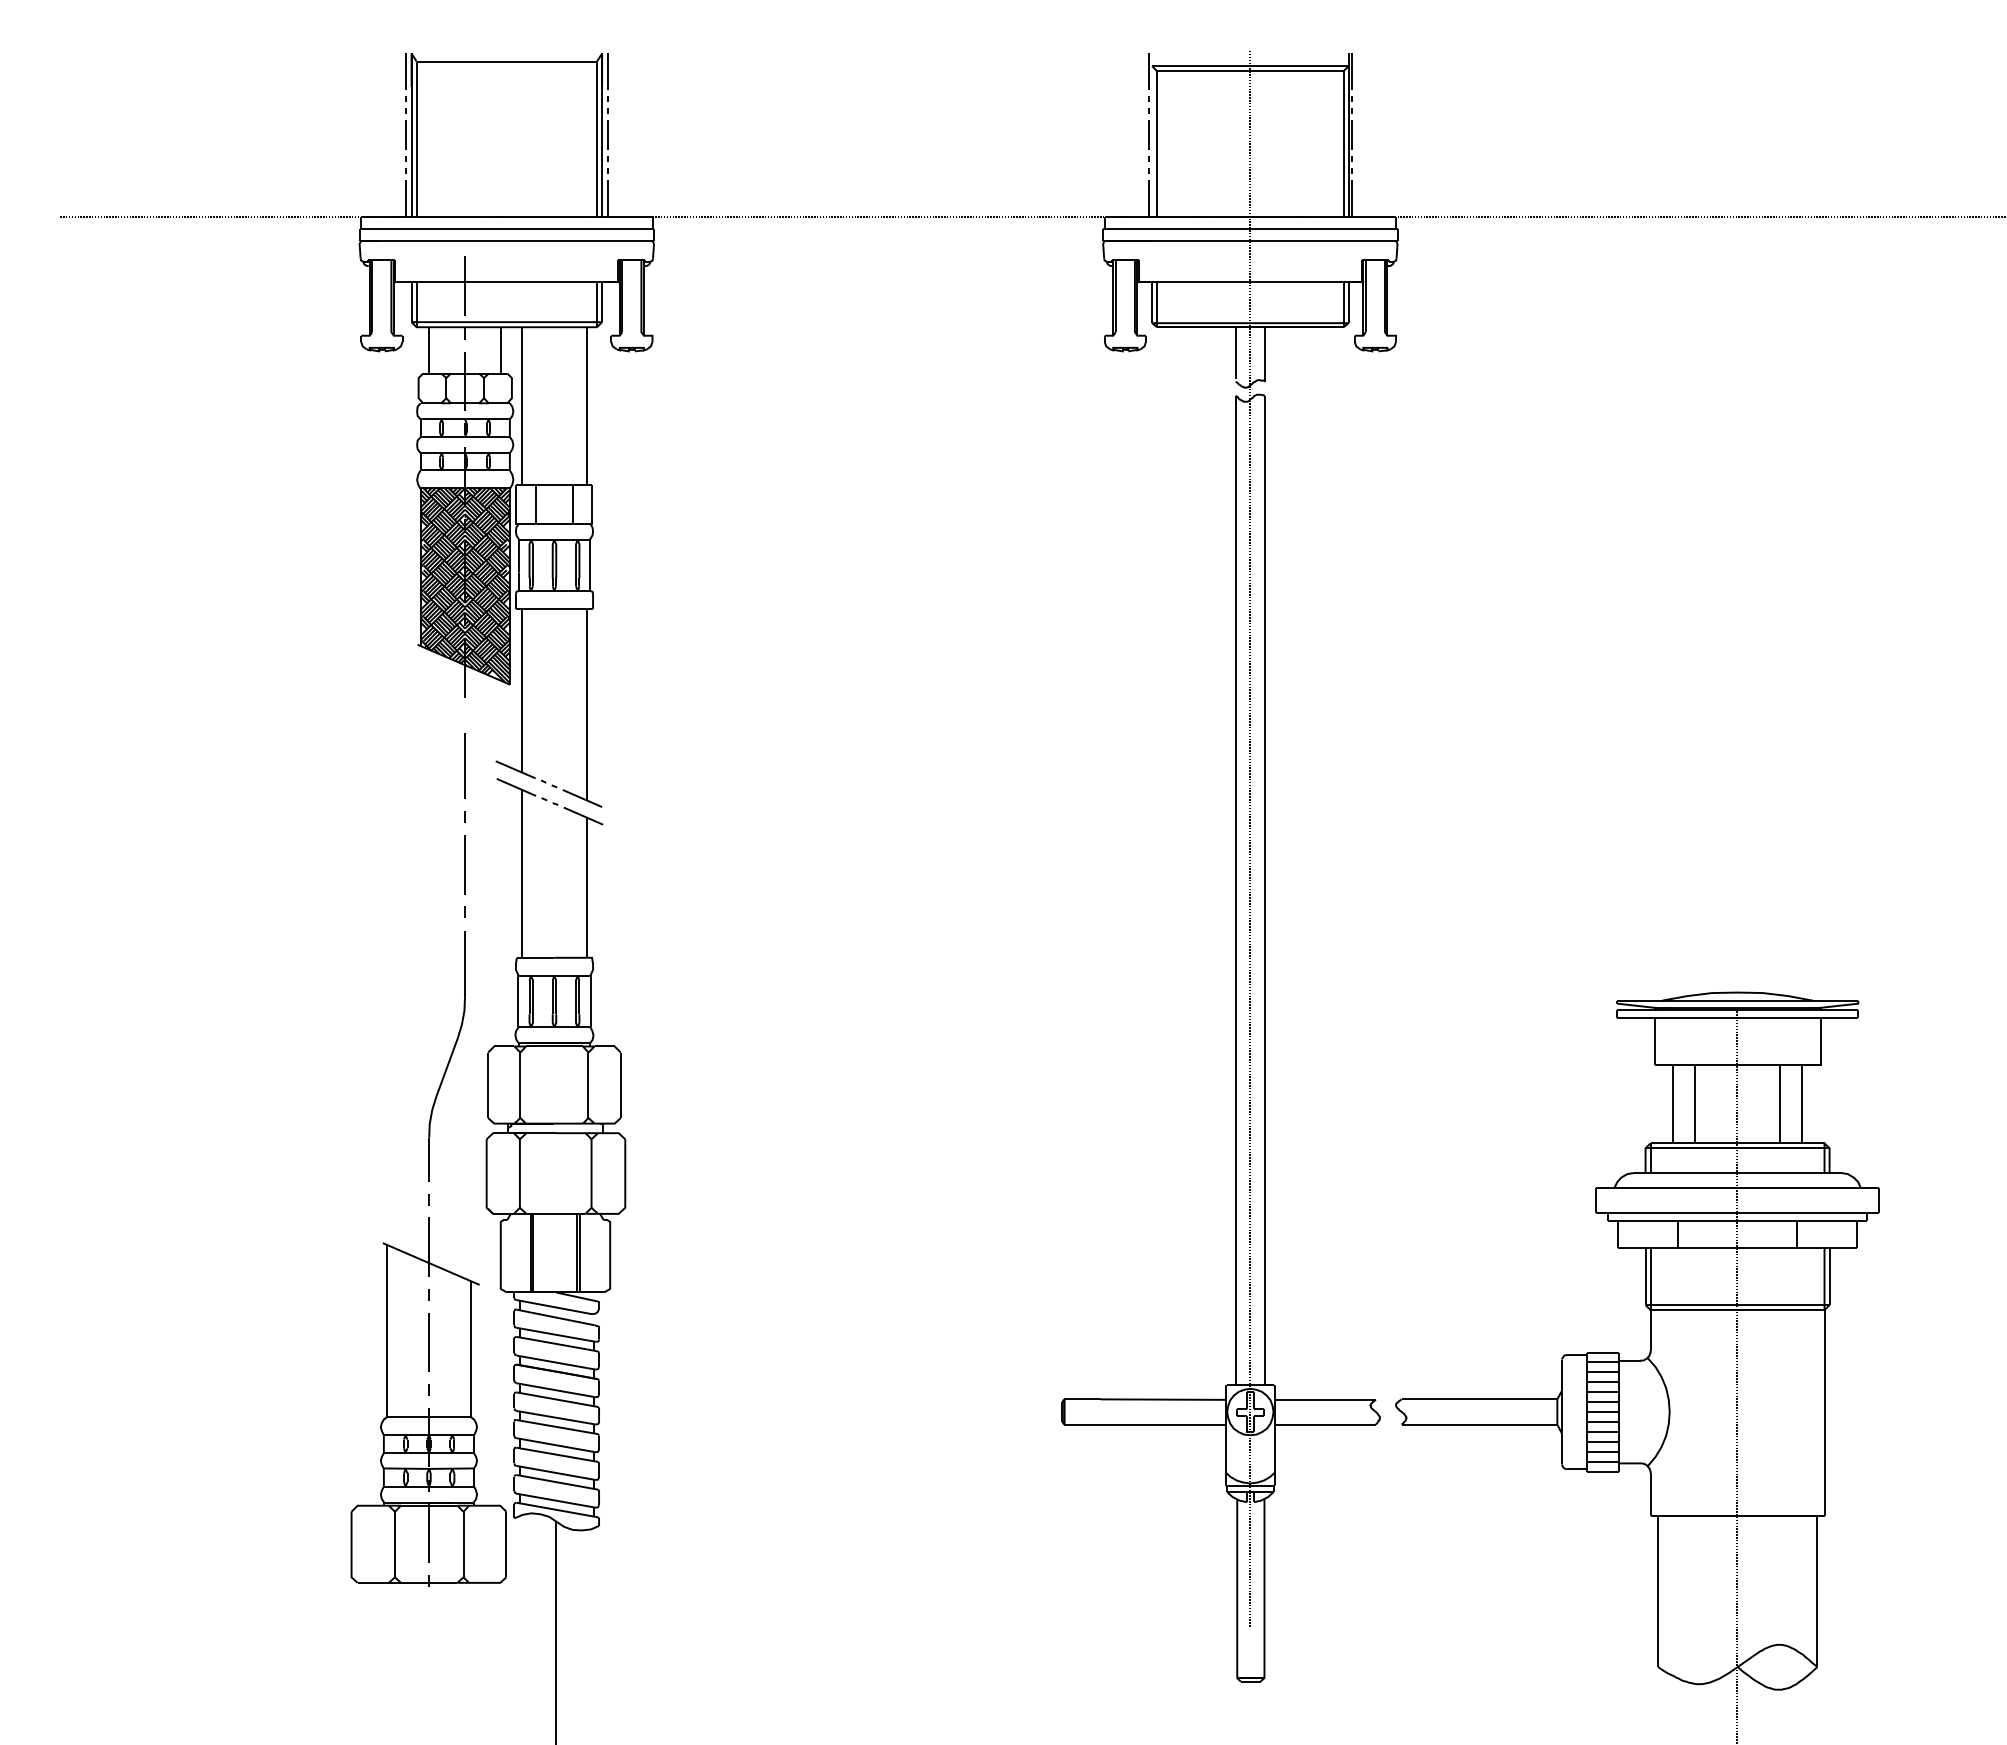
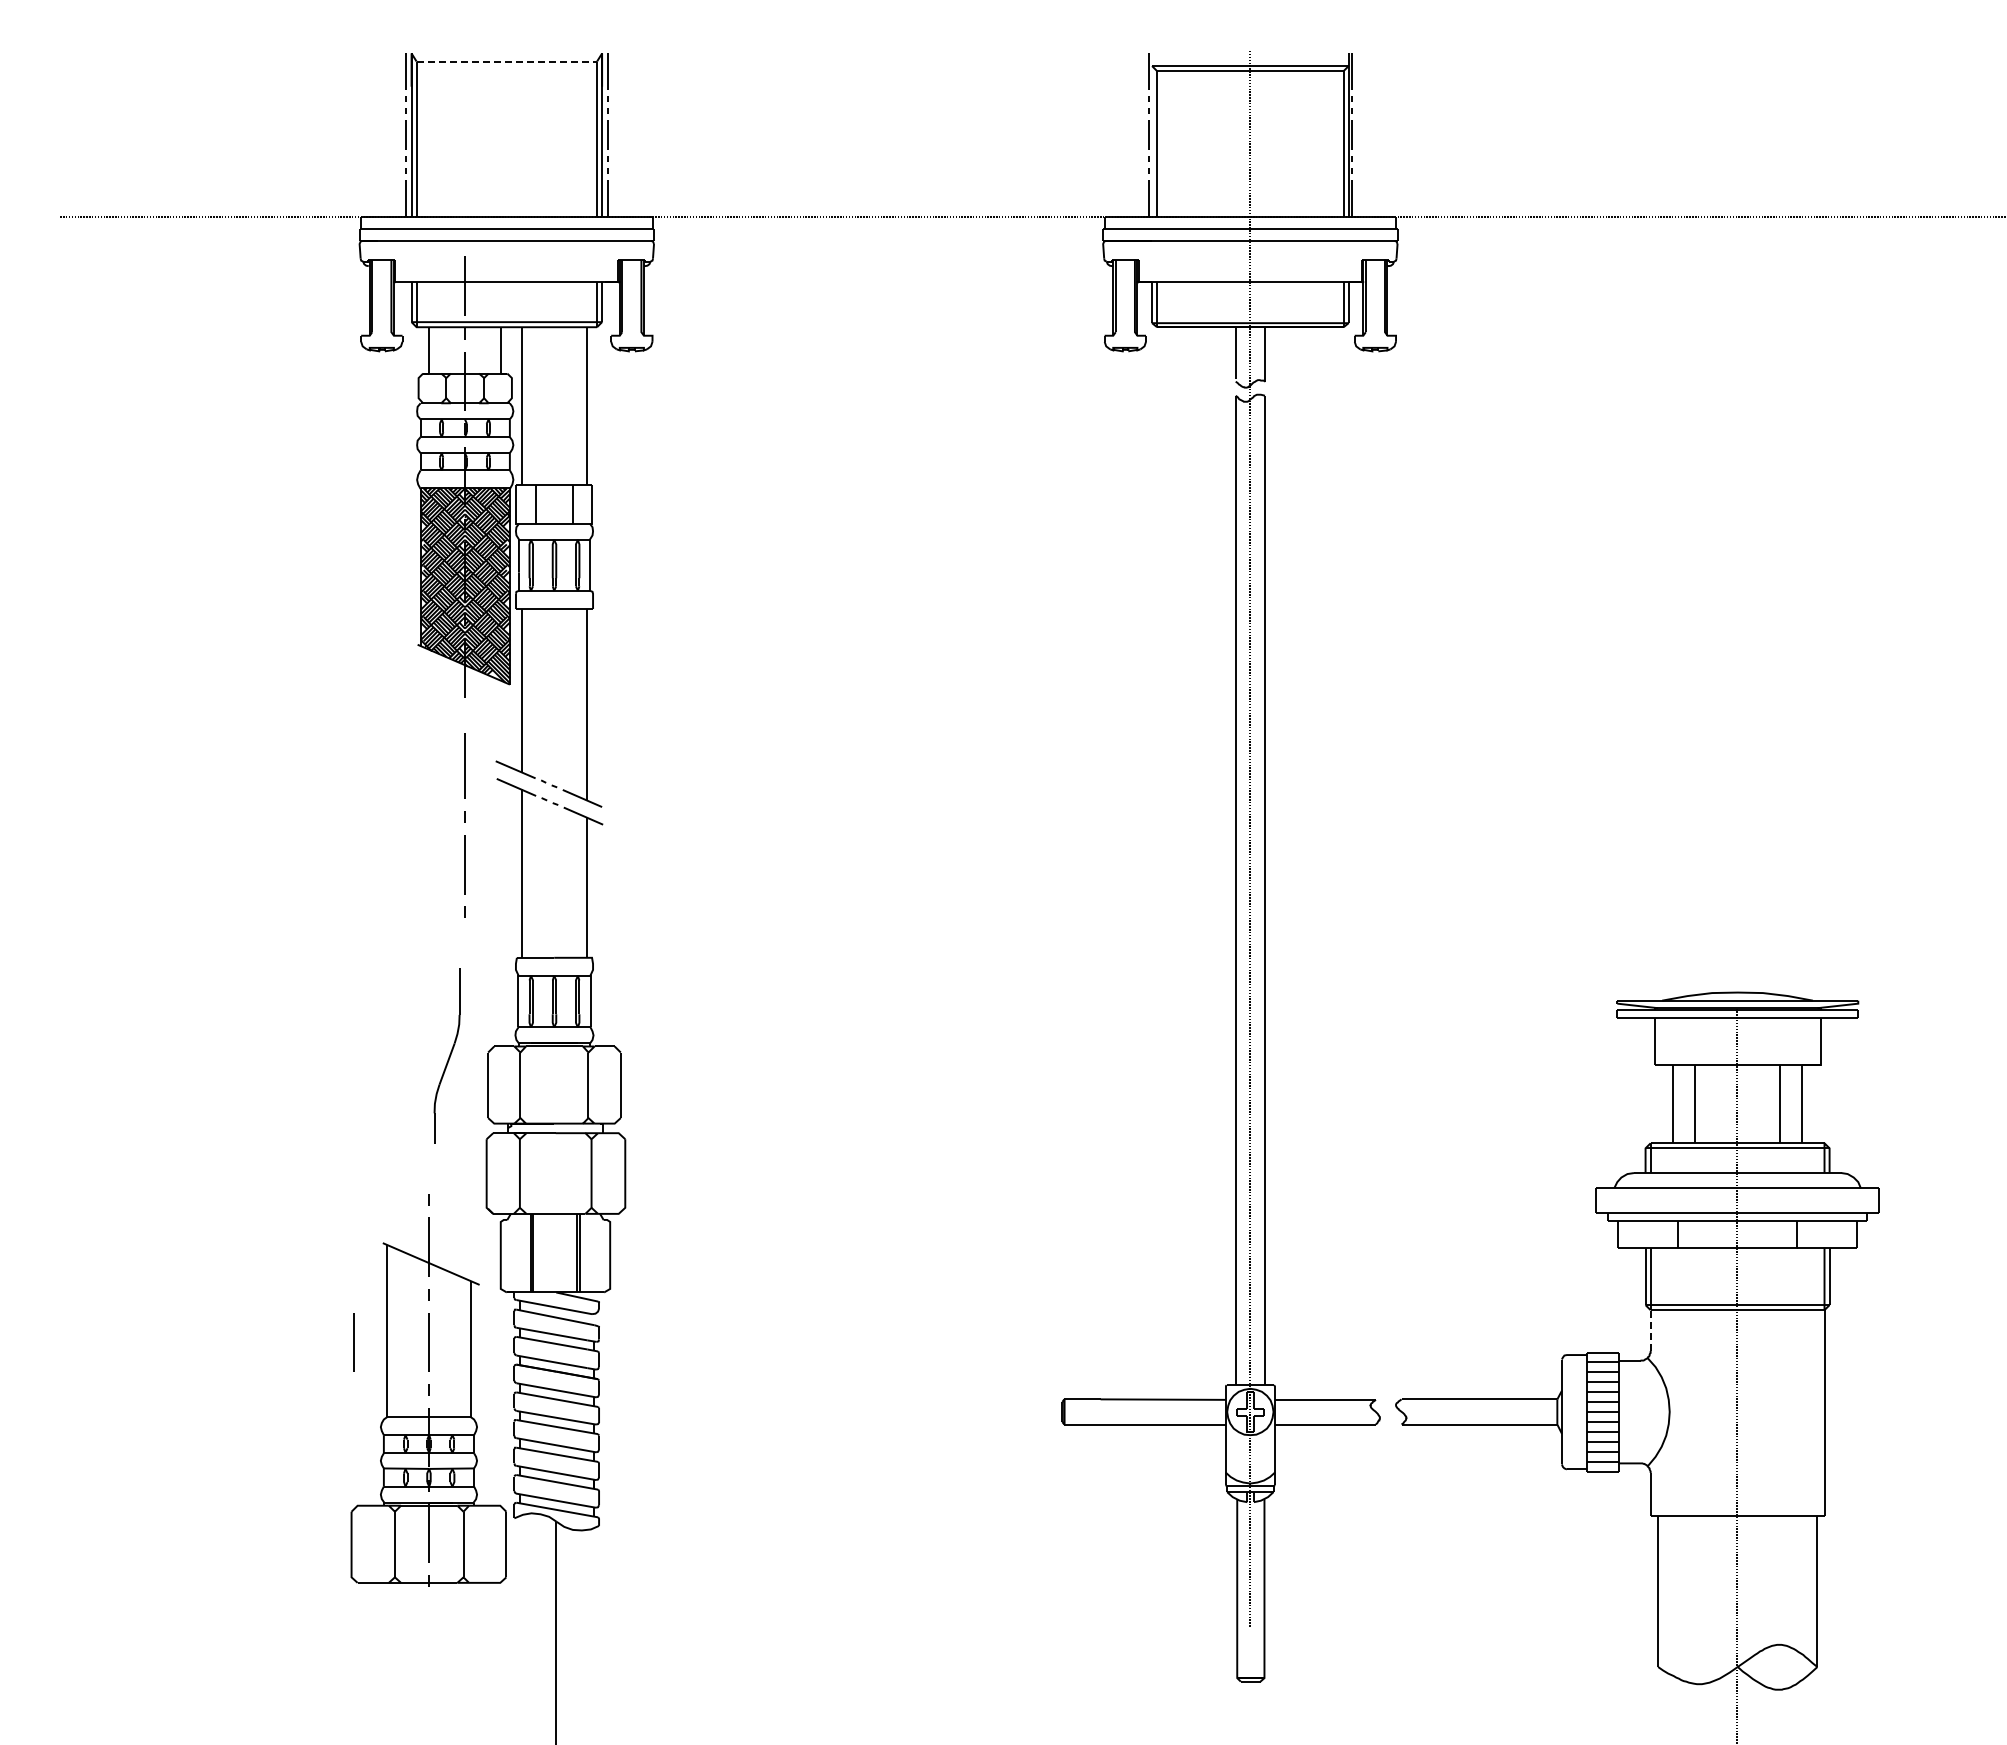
line at (507, 61): solid -> dashed
part at (446, 1056) size: 38x251 px -> 28x176 px
line at (1650, 1330): solid -> dashed
line at (353, 1342): none -> present
